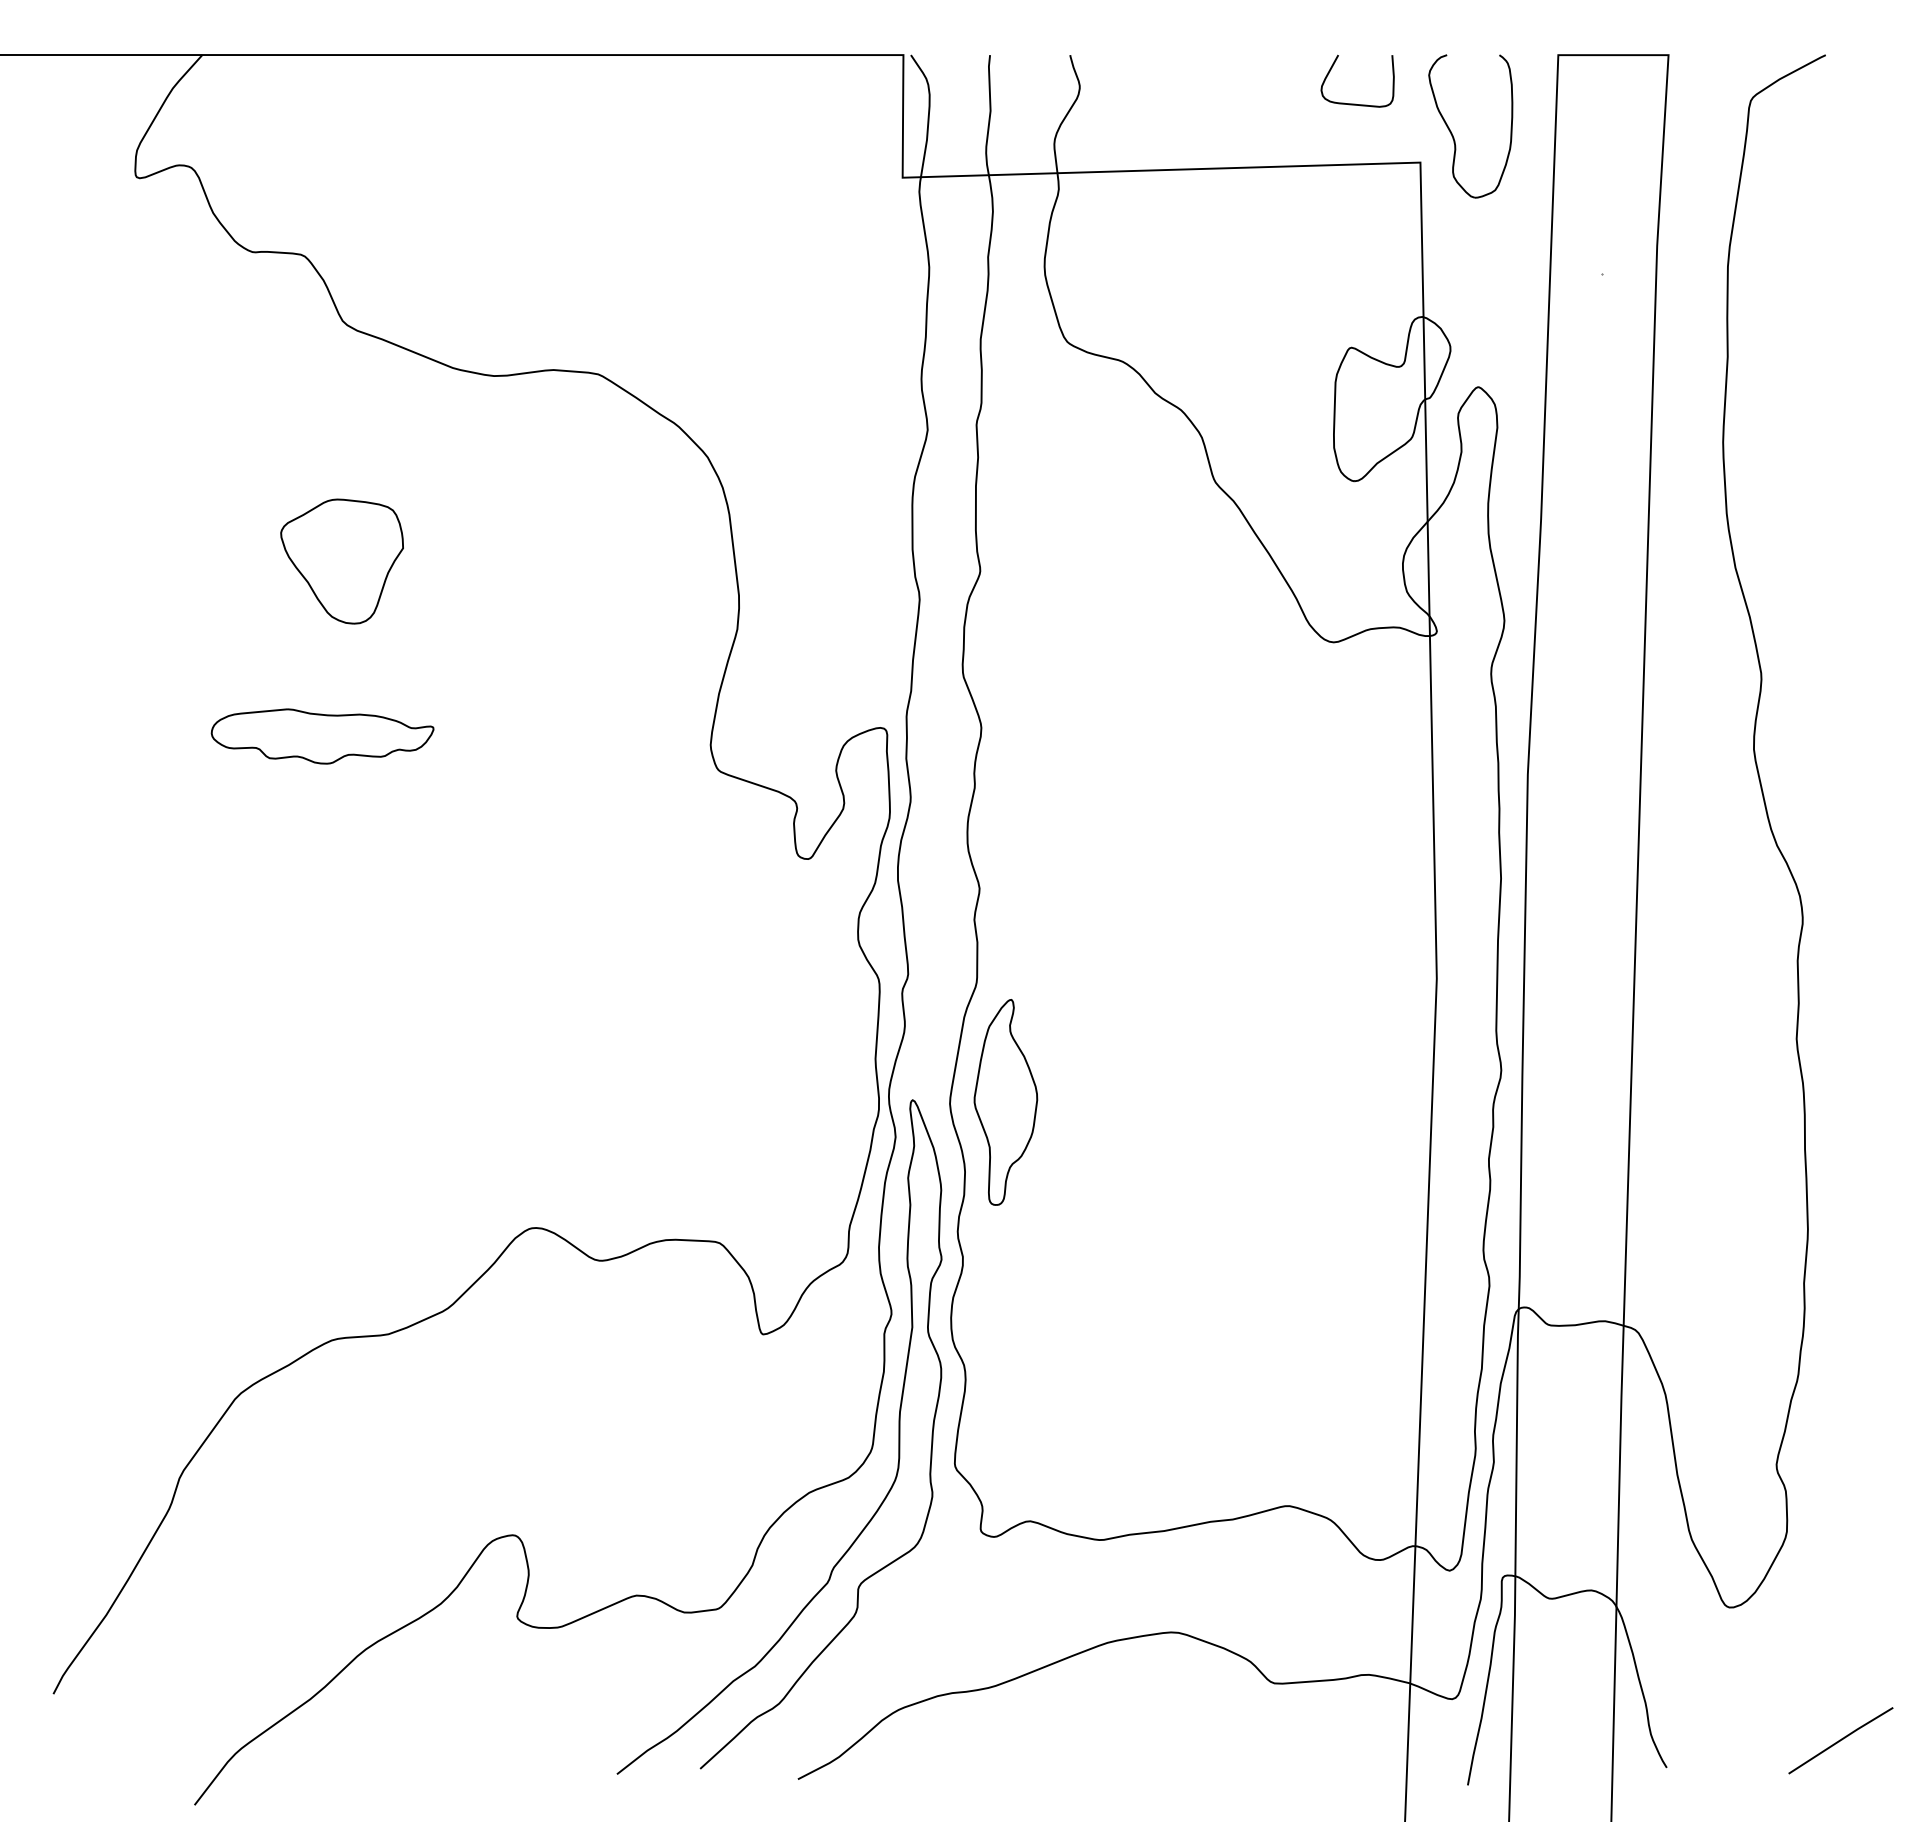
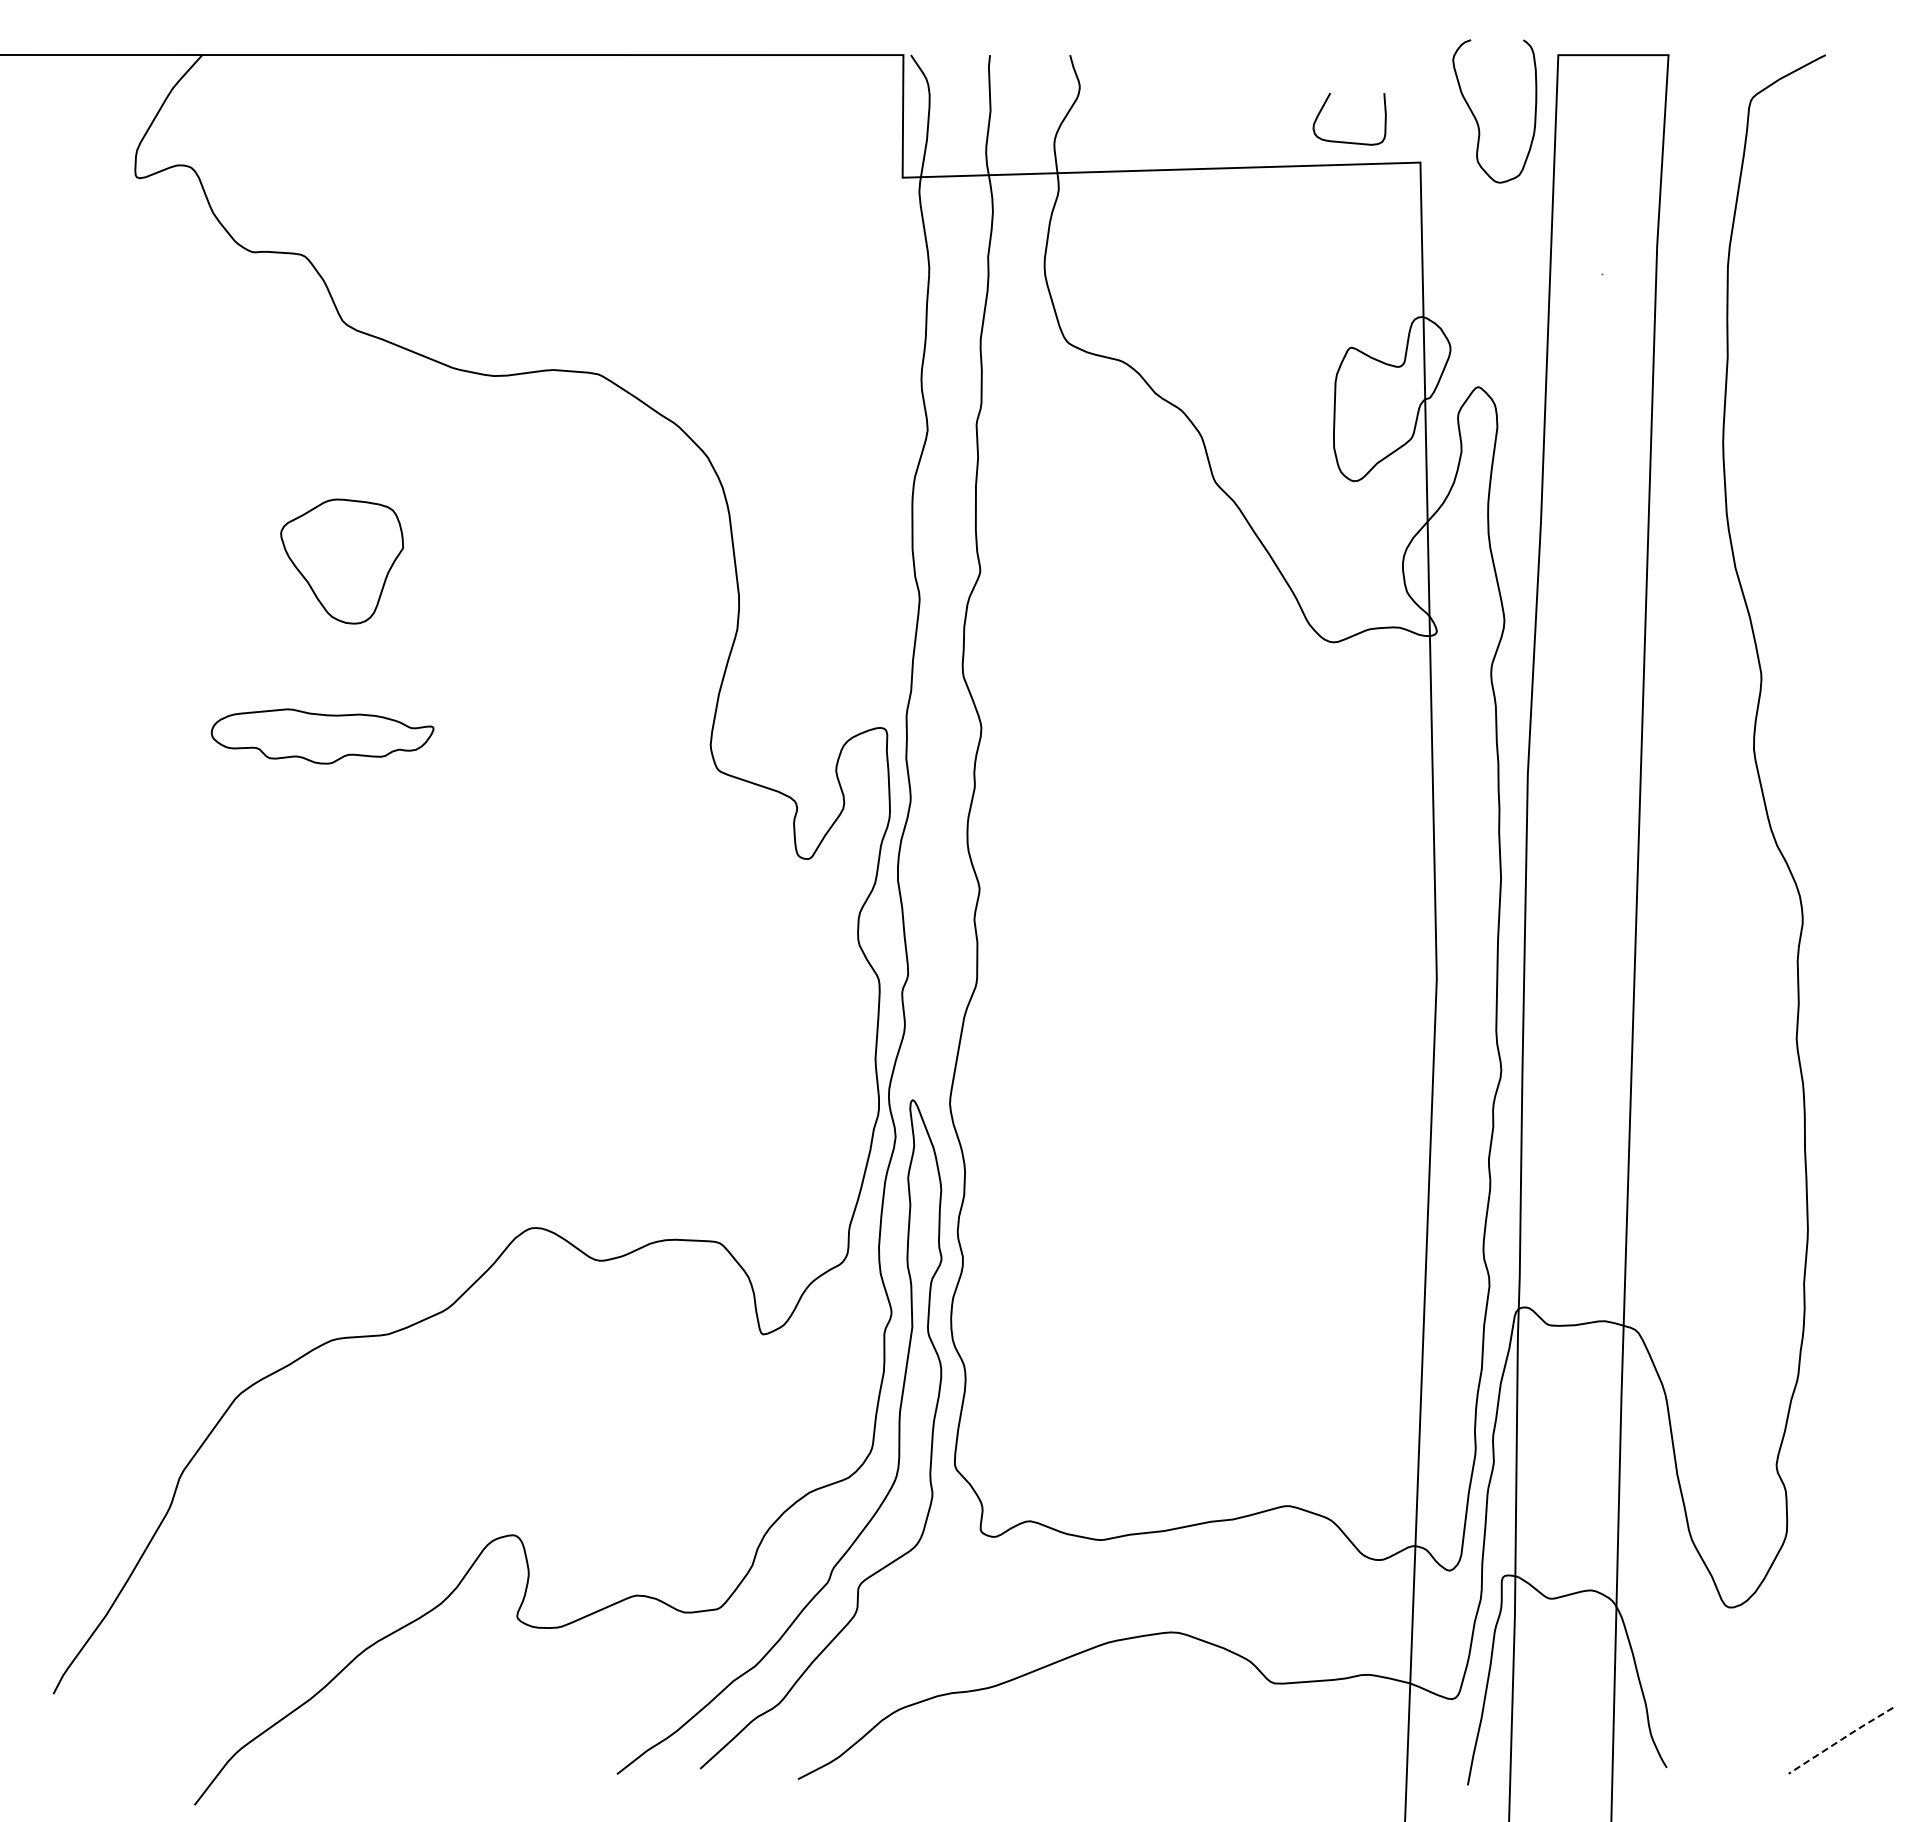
curve at (1355, 103) position: (1355, 103) -> (1347, 141)
part at (1453, 135) position: (1453, 135) -> (1477, 120)
part at (1005, 1102): present -> none
line at (1840, 1740): solid -> dashed
